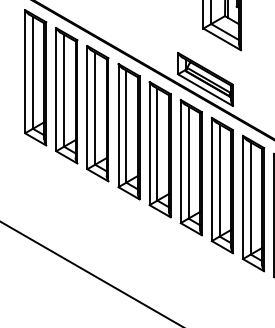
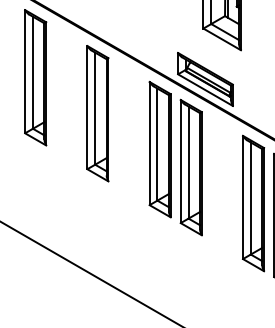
part at (66, 95): present -> none
part at (128, 131): present -> none
part at (221, 185): present -> none
